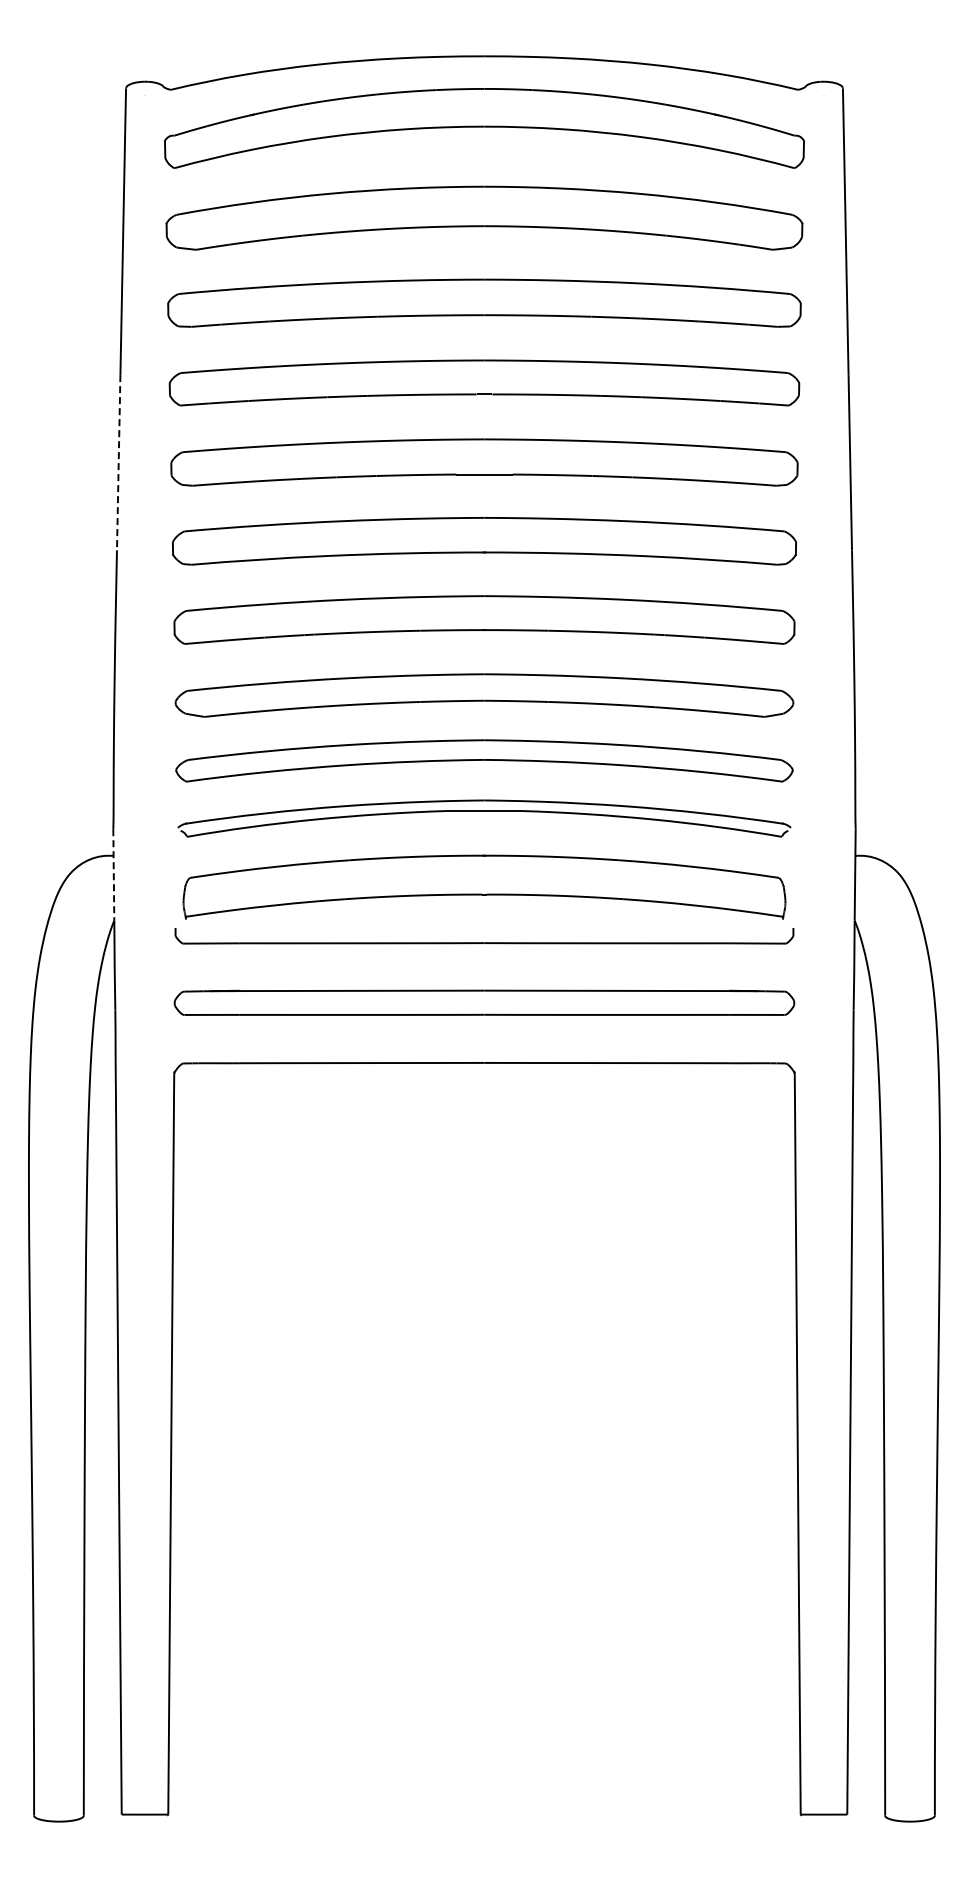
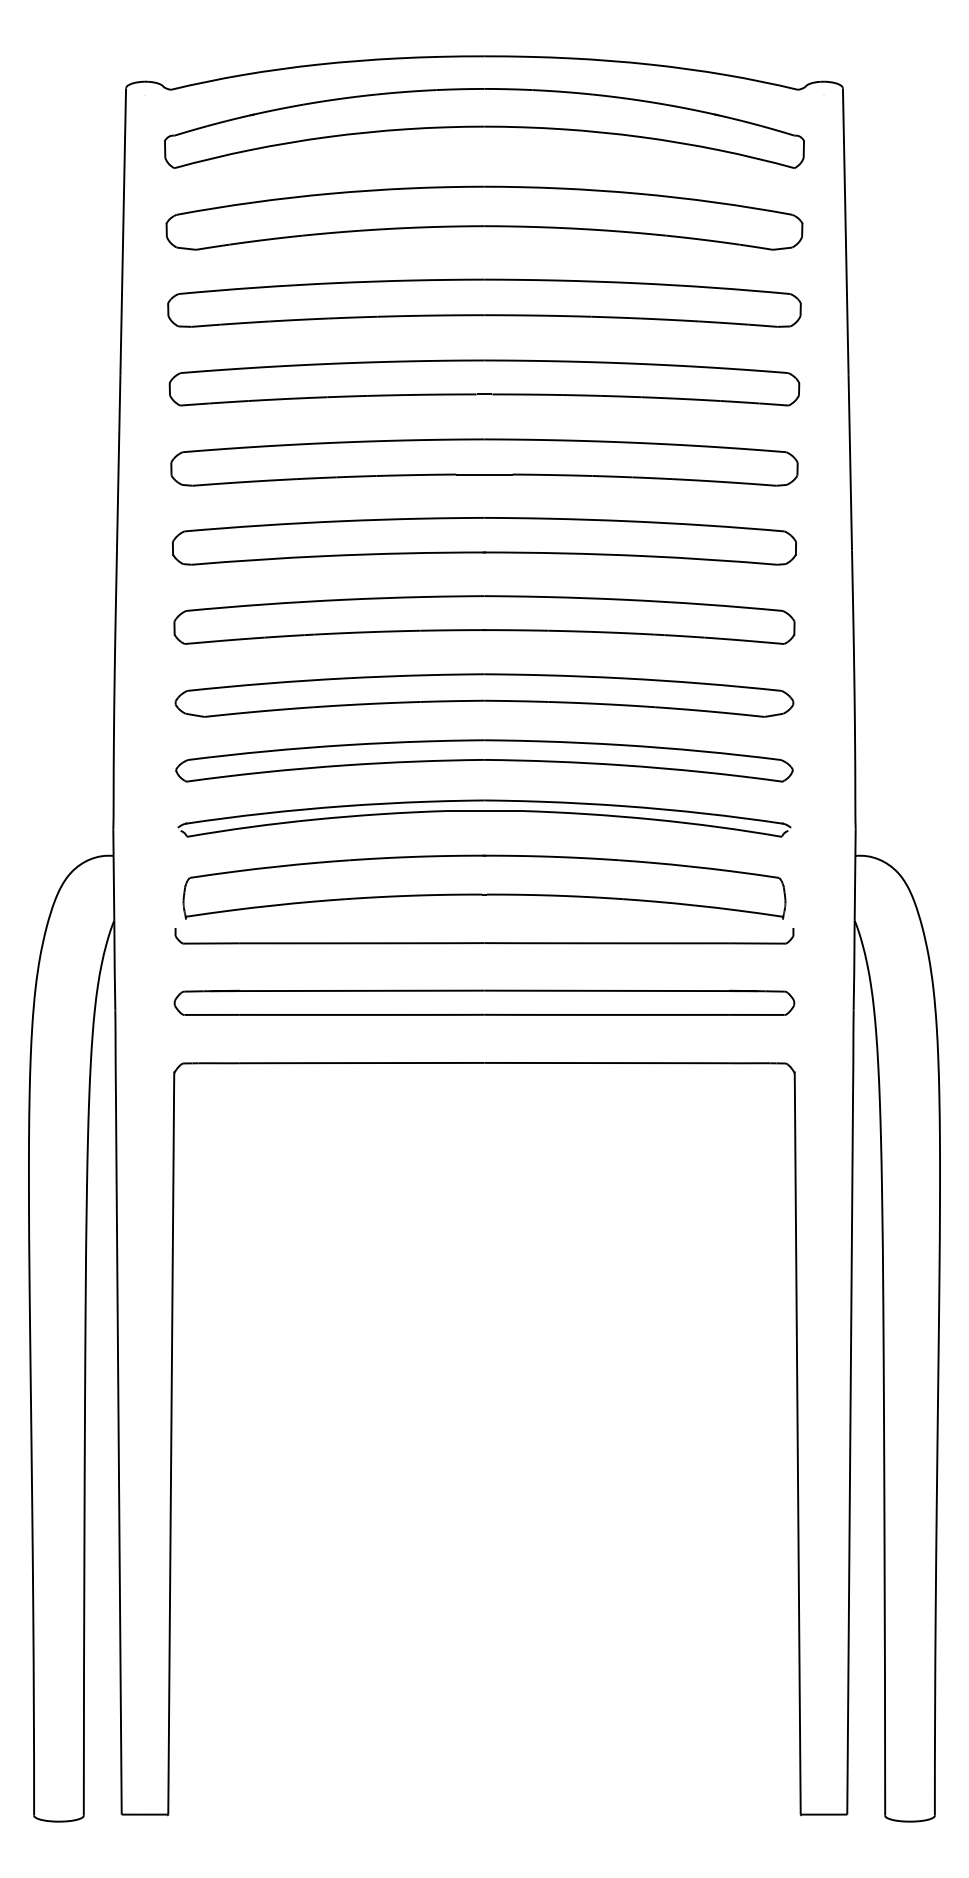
line at (118, 462): dashed -> solid
line at (113, 874): dashed -> solid
